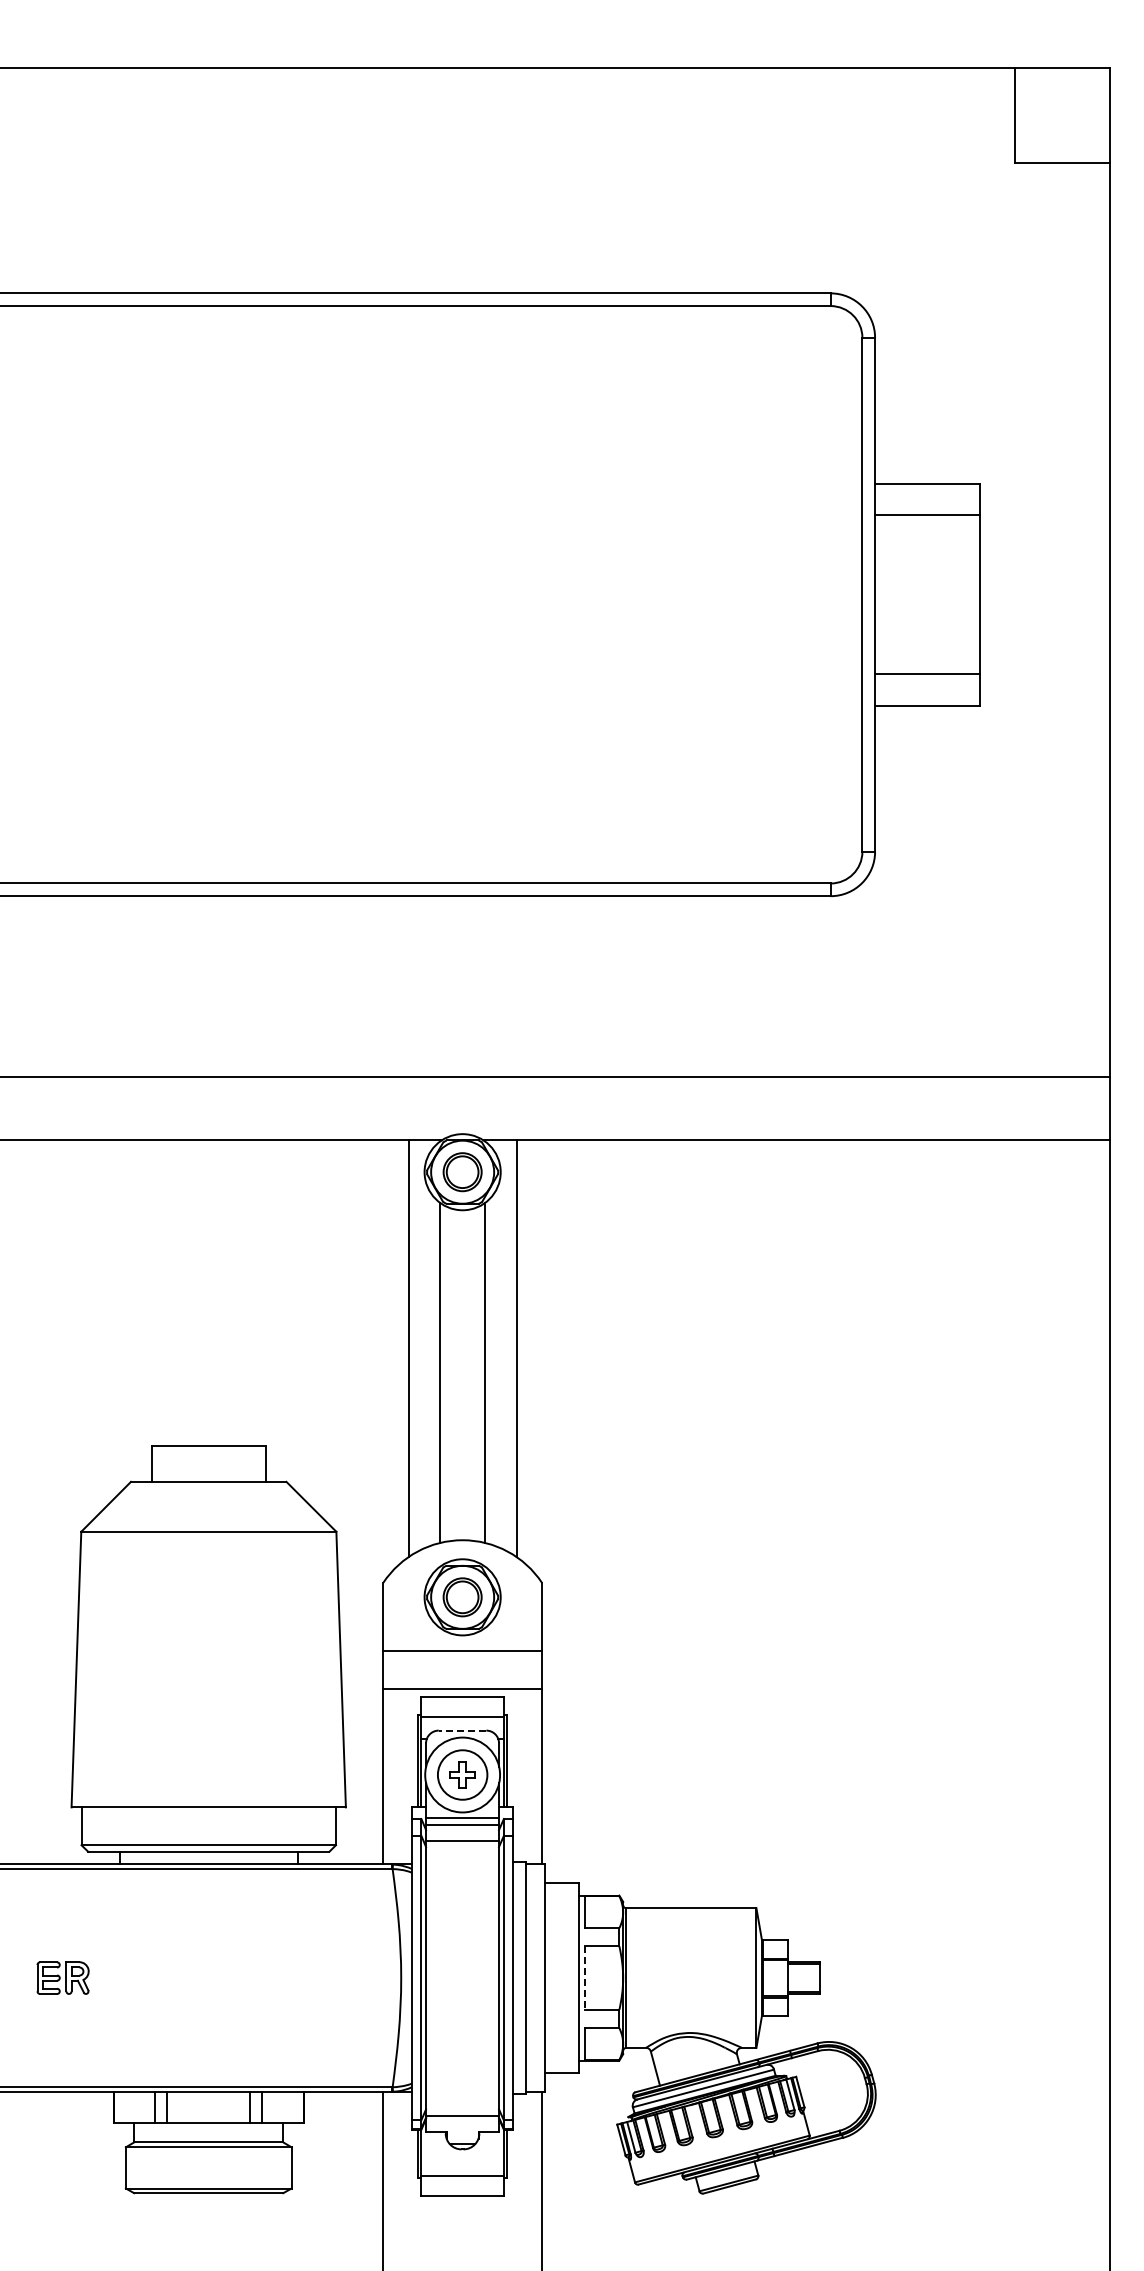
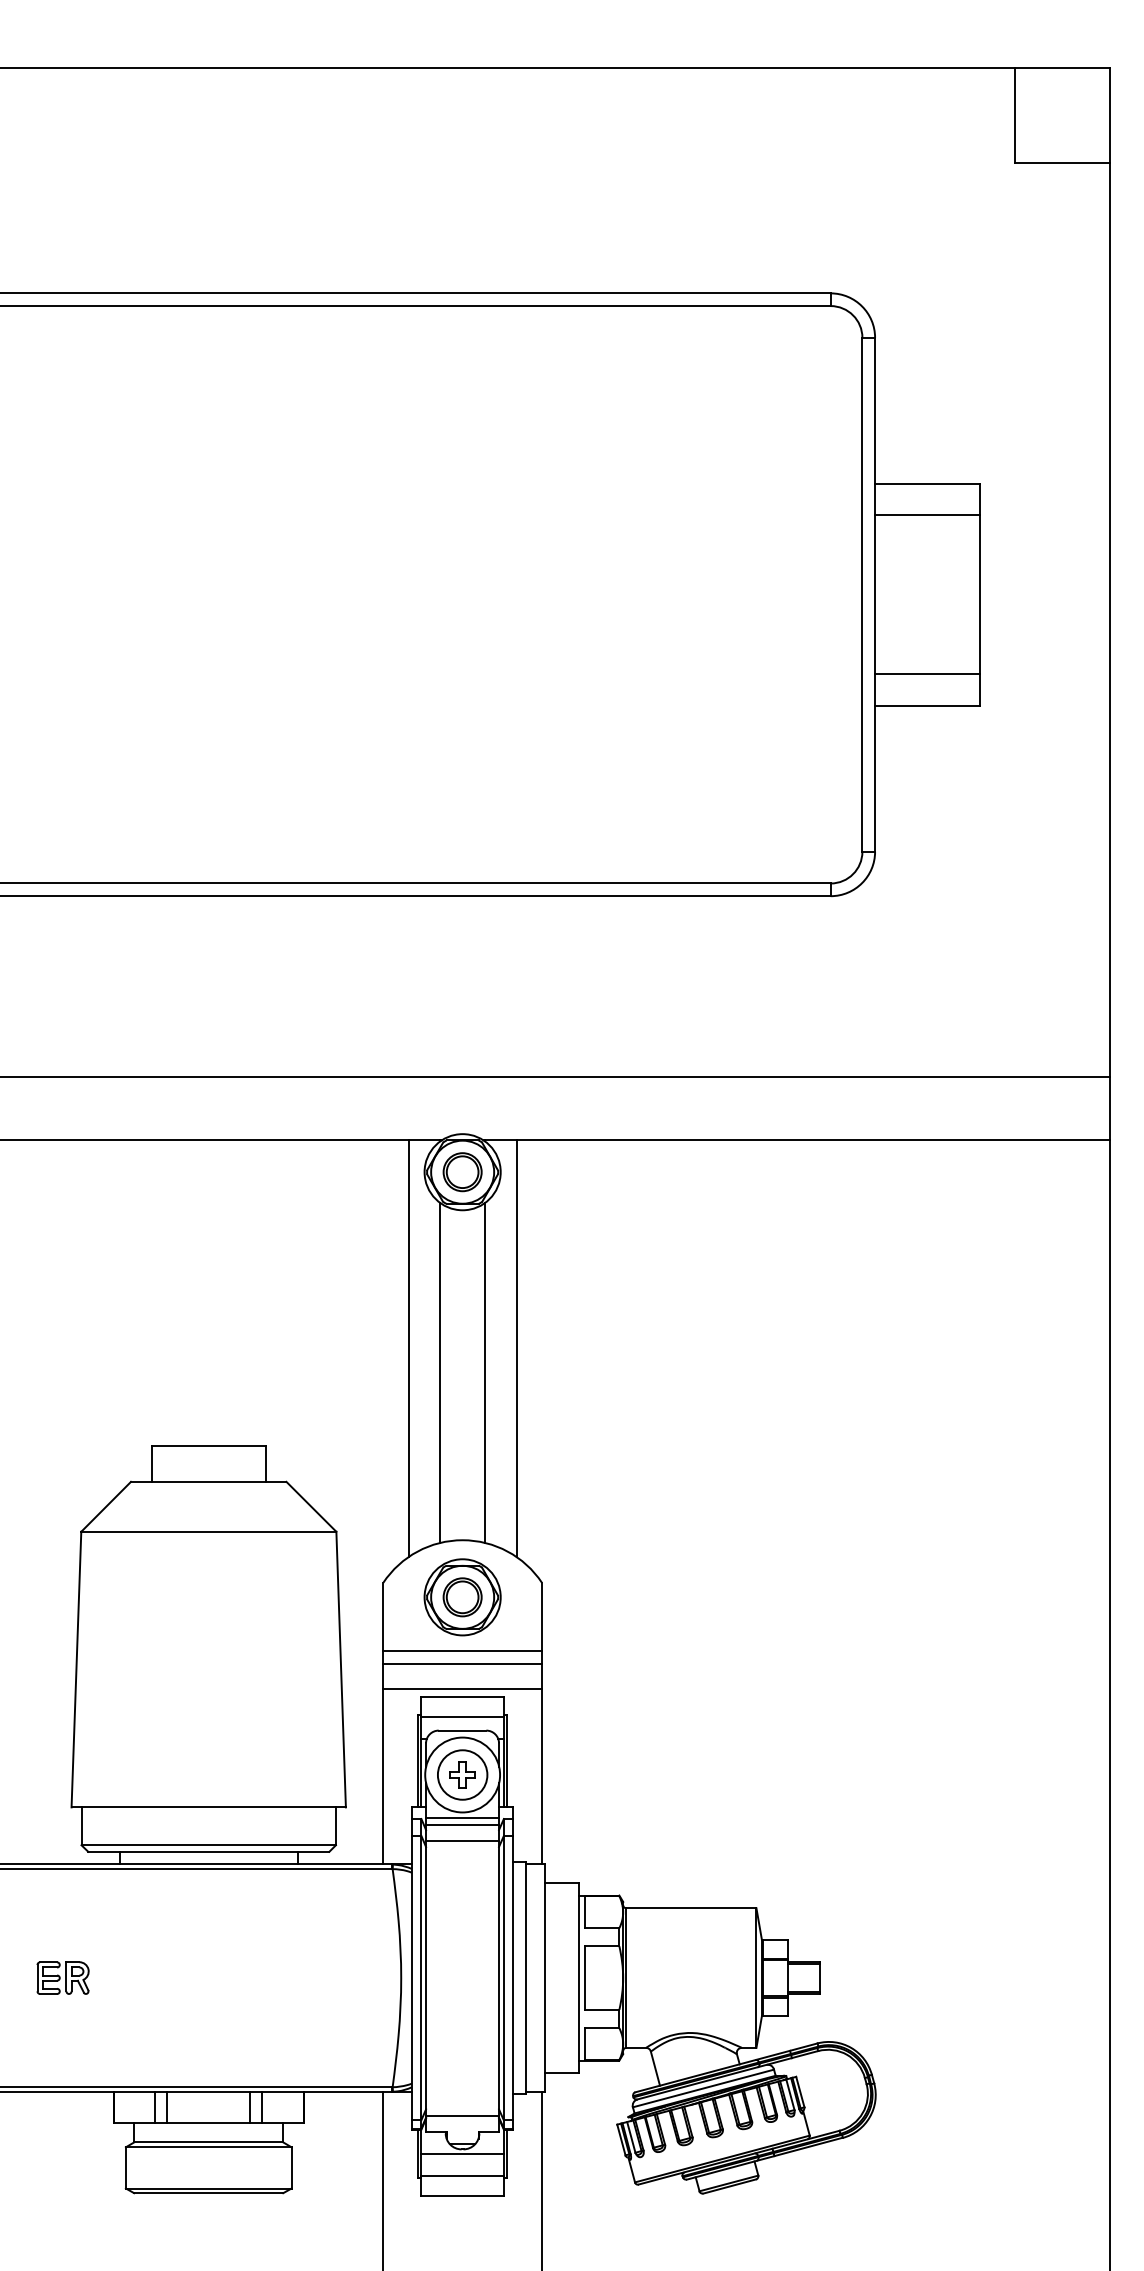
line at (462, 1663): none -> present
line at (462, 1730): dashed -> solid
line at (585, 1978): dashed -> solid
line at (462, 2153): none -> present
